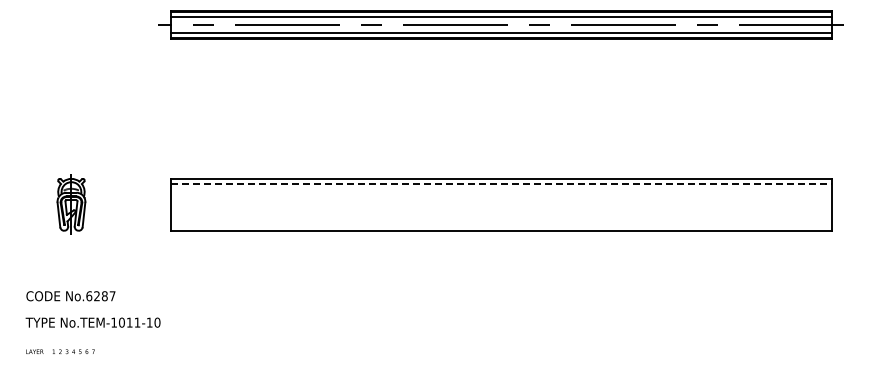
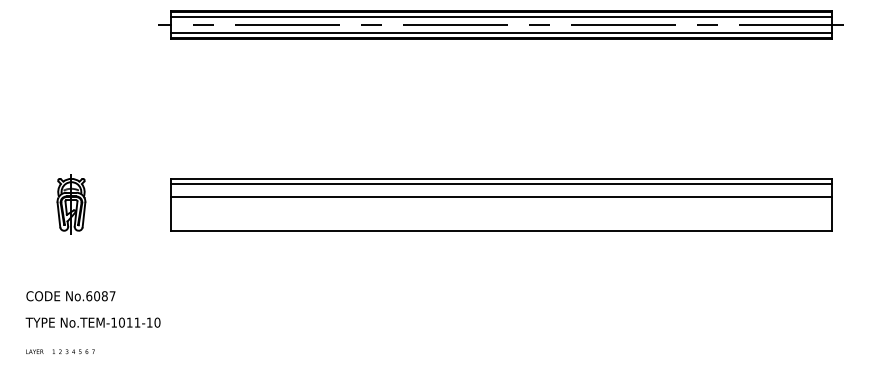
line at (501, 183): dashed -> solid
line at (500, 196): none -> present
text at (97, 296): No.6287 -> No.6087
